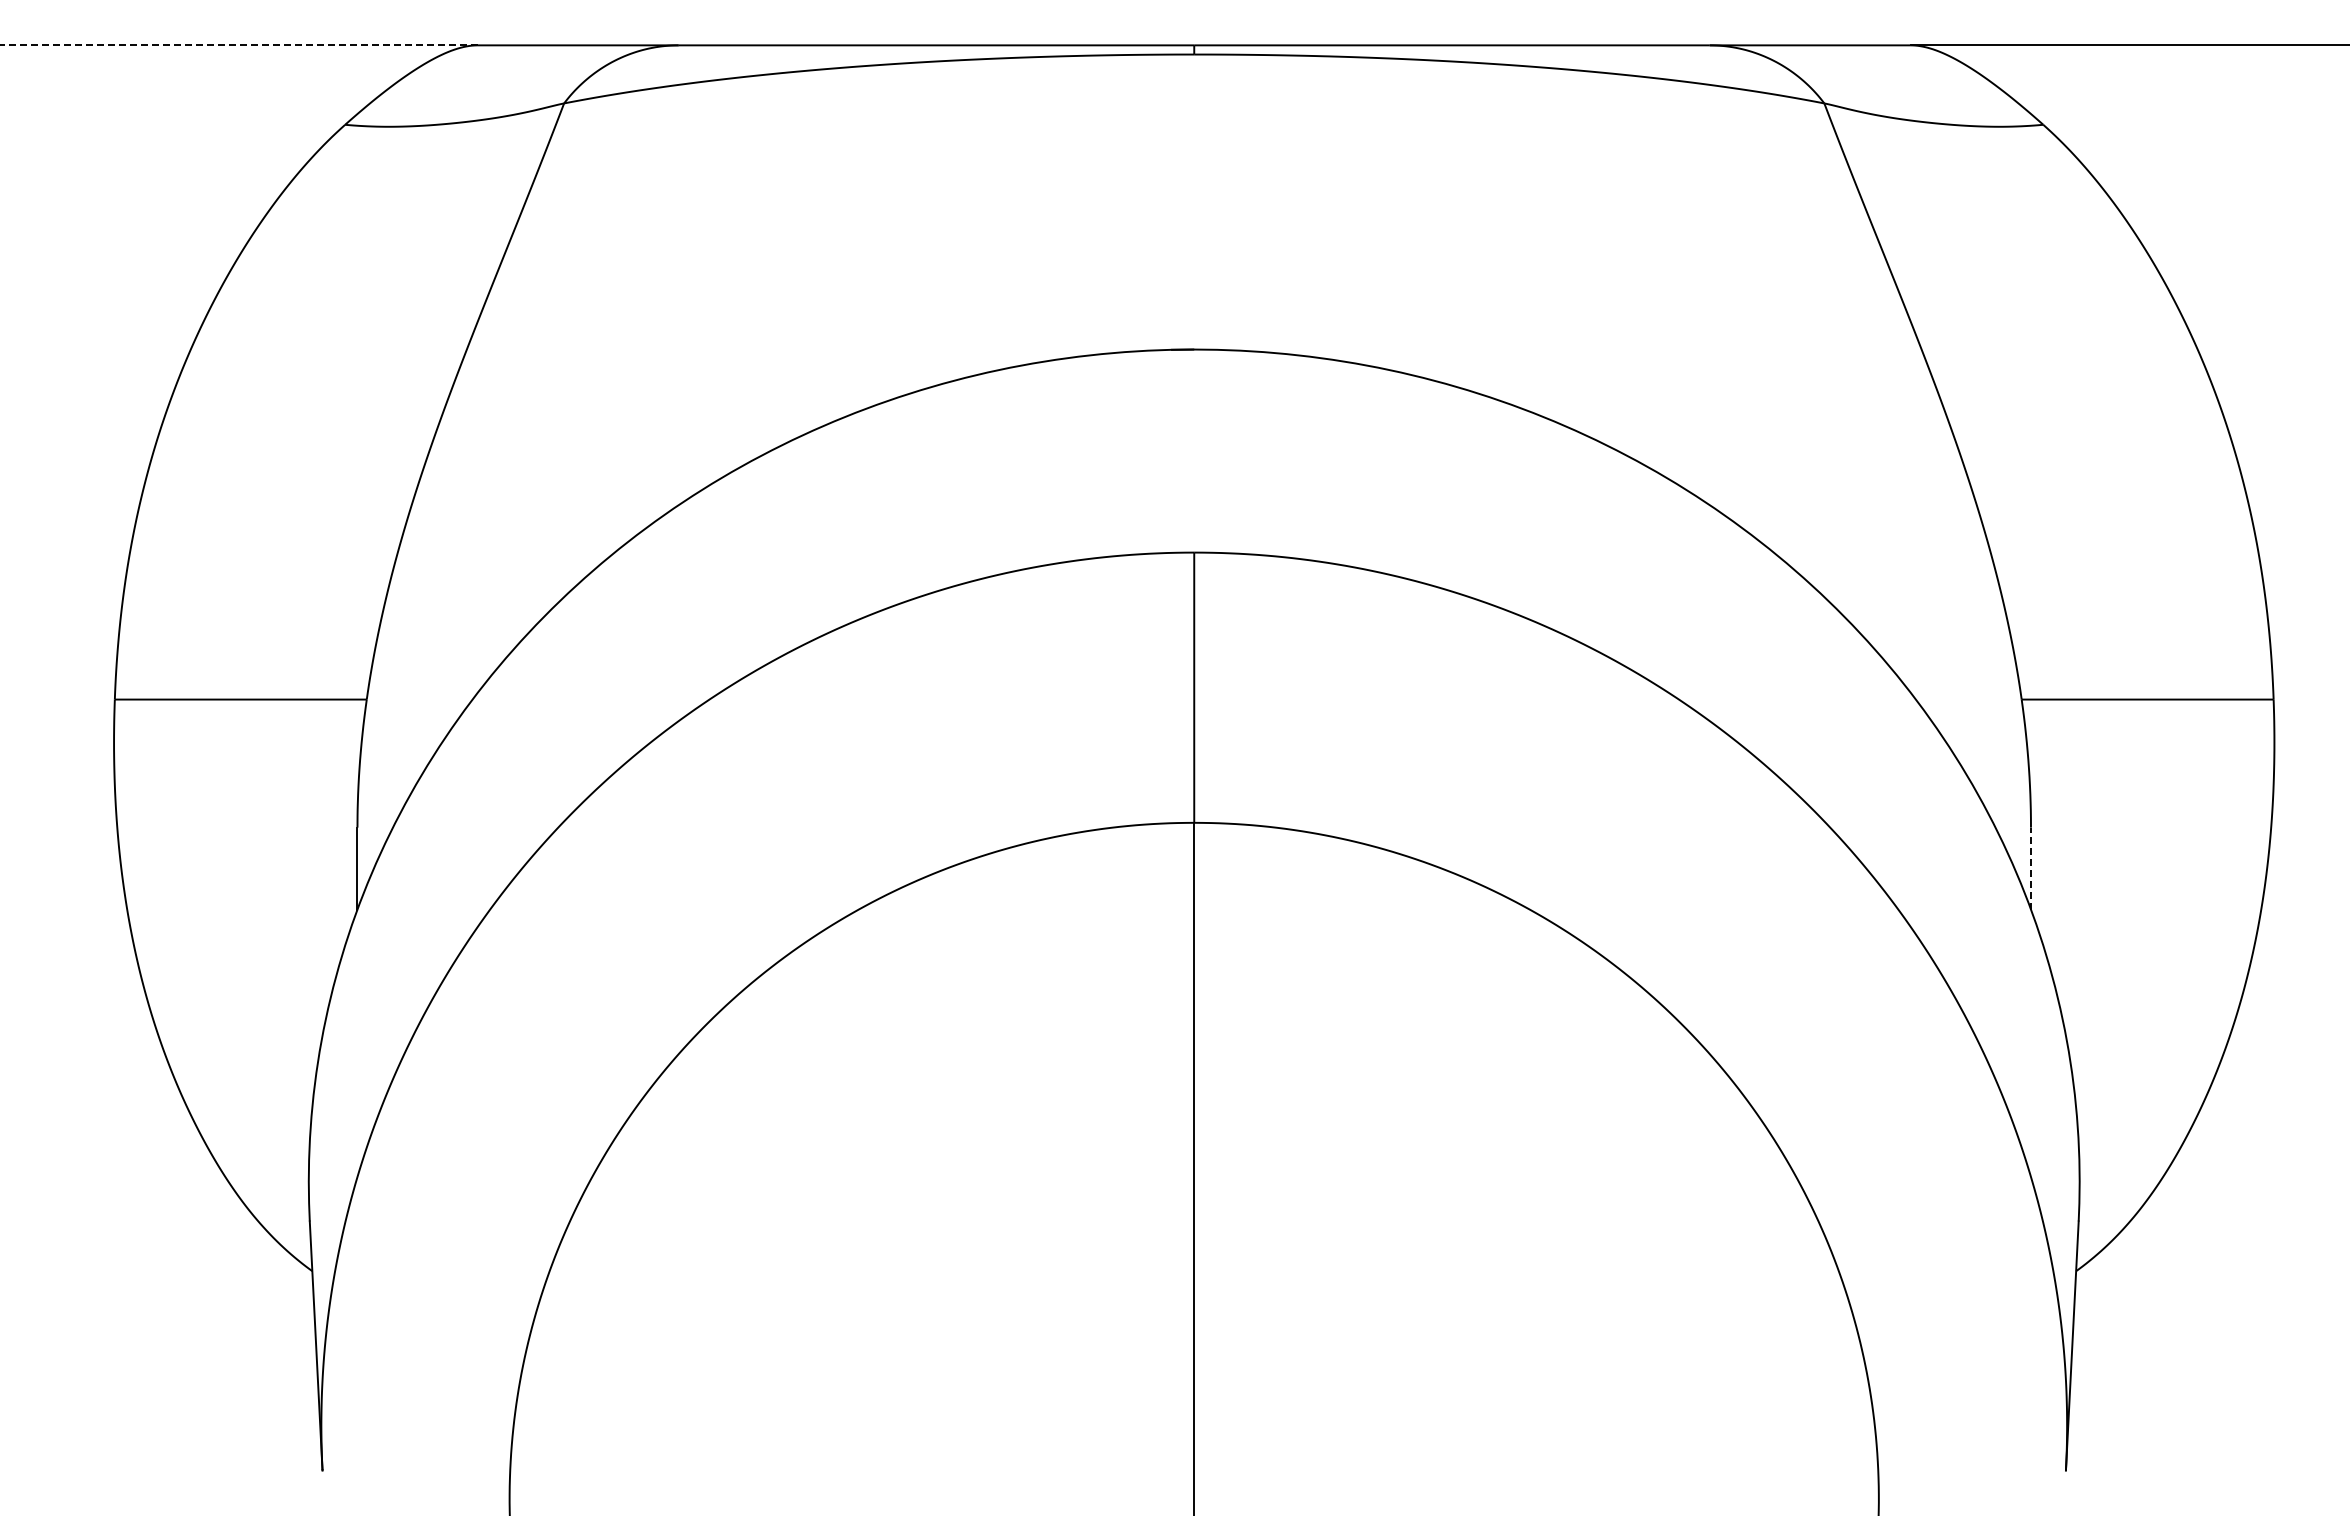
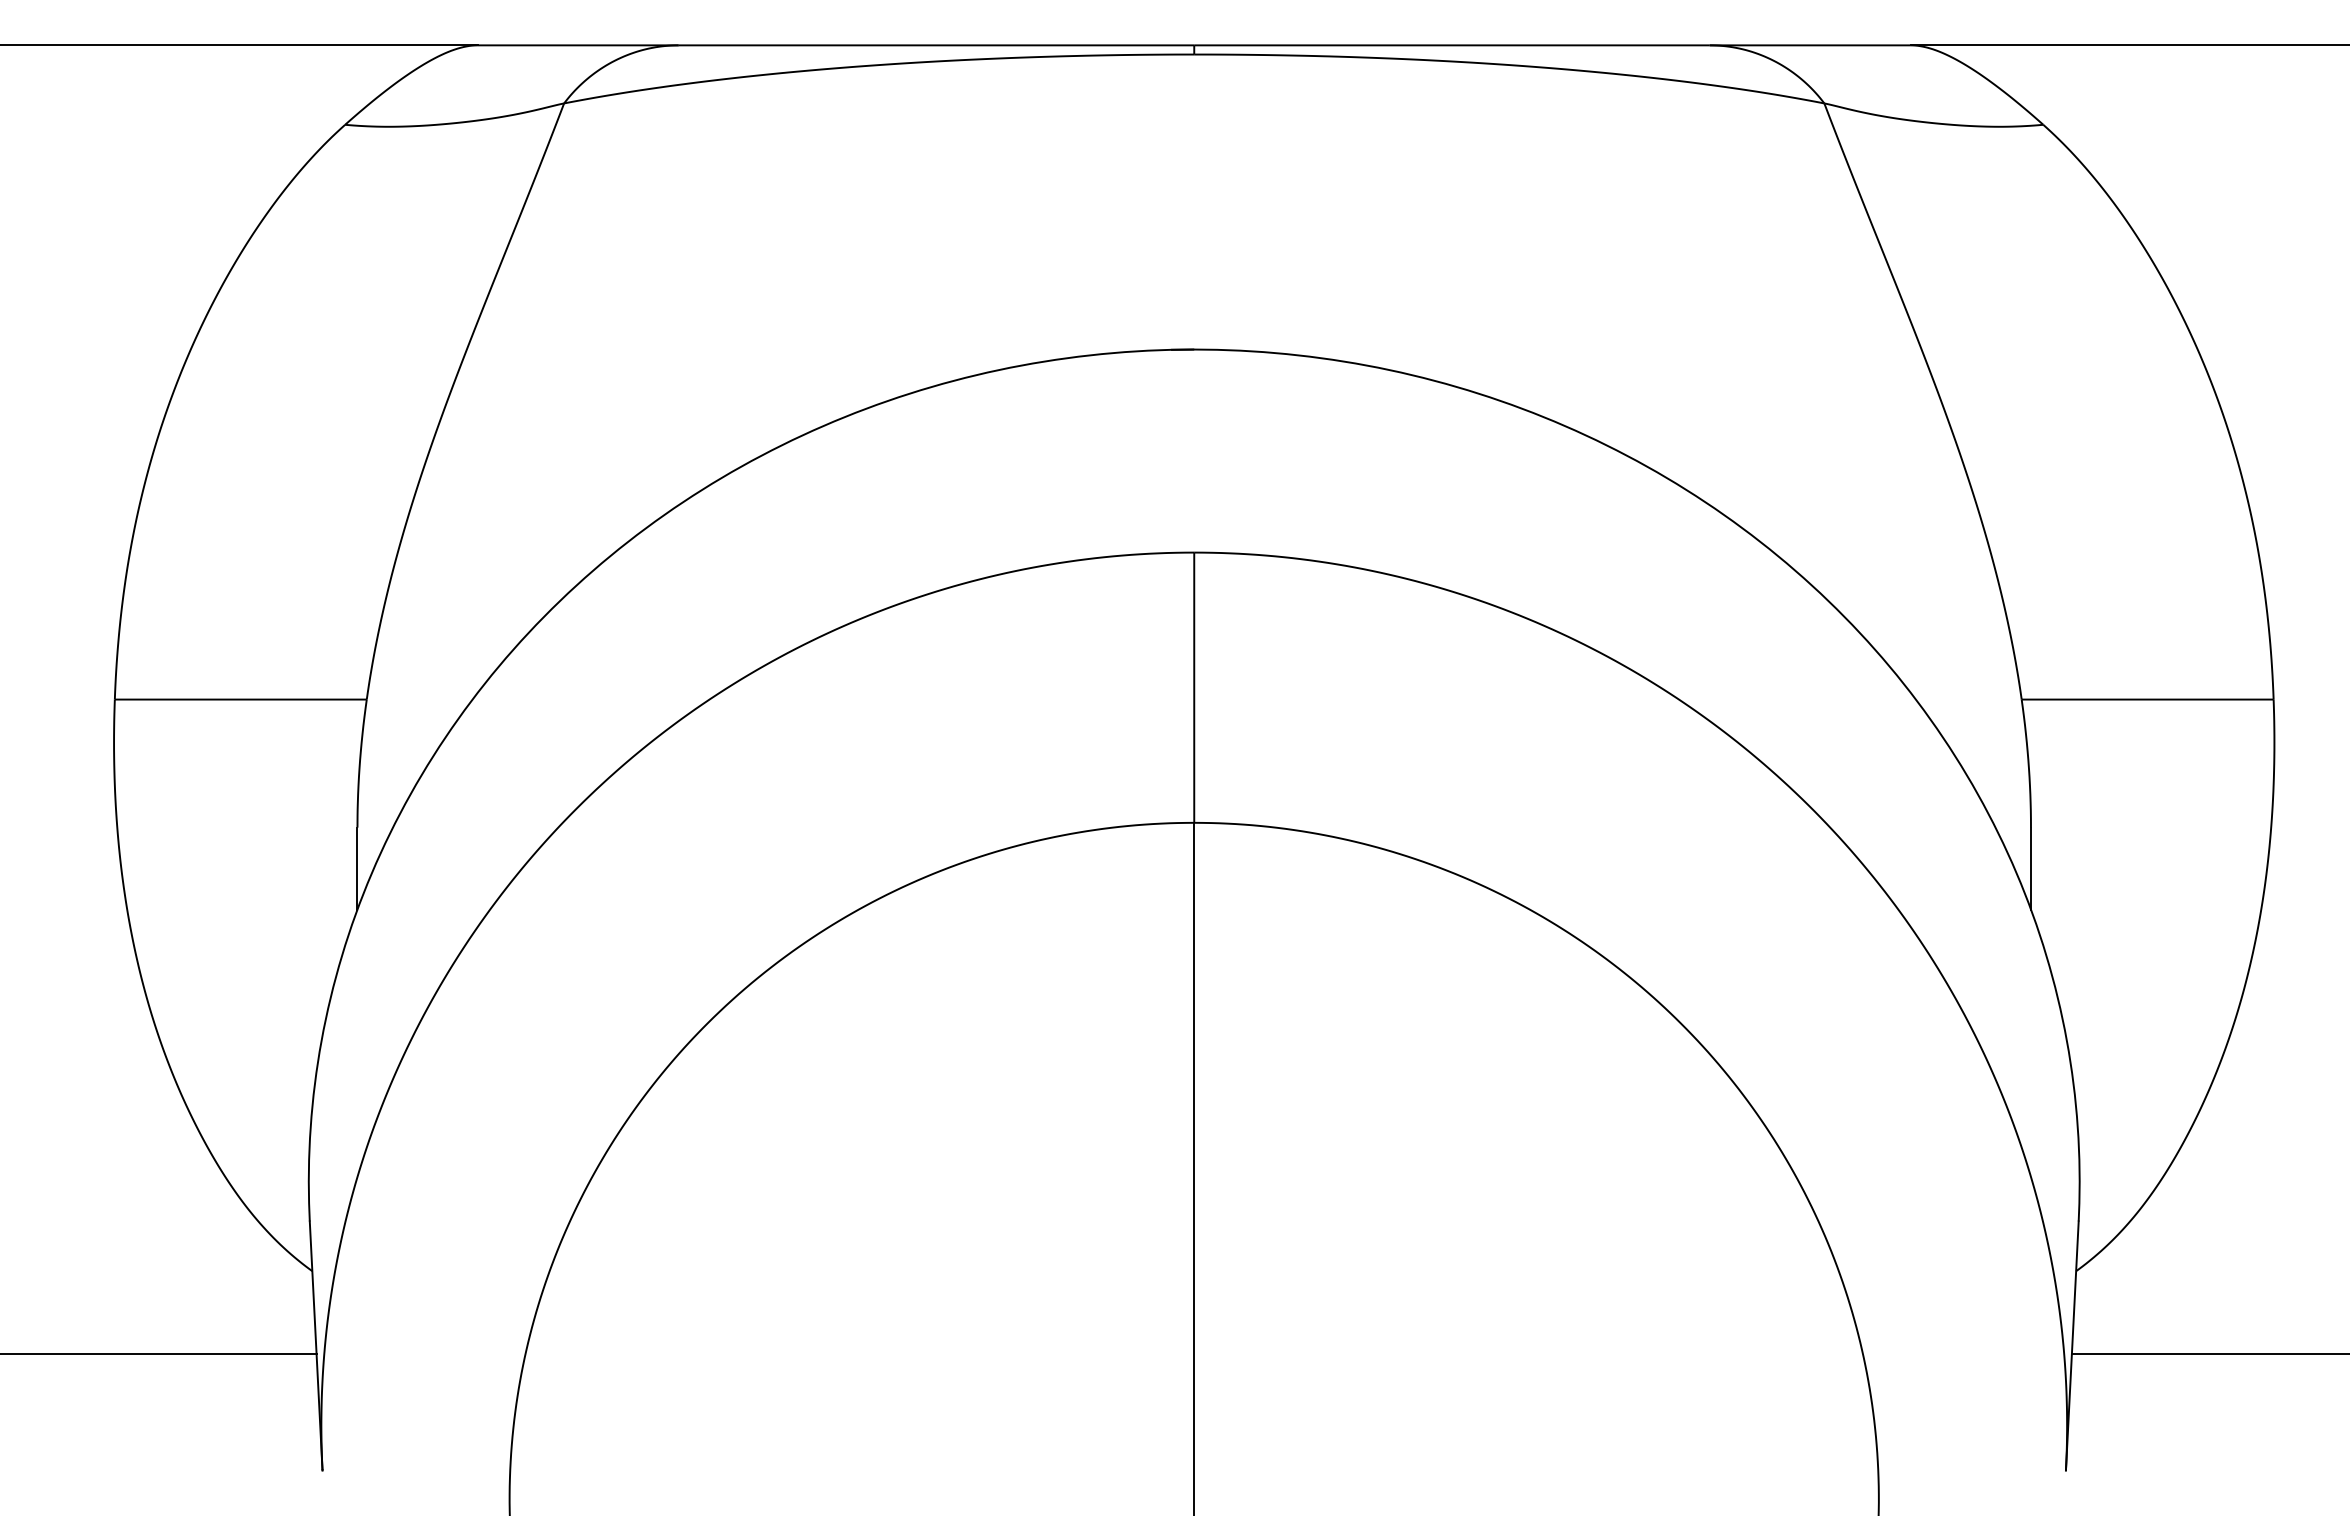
line at (238, 45): dashed -> solid
line at (2031, 868): dashed -> solid
line at (159, 1353): none -> present
line at (2208, 1353): none -> present
